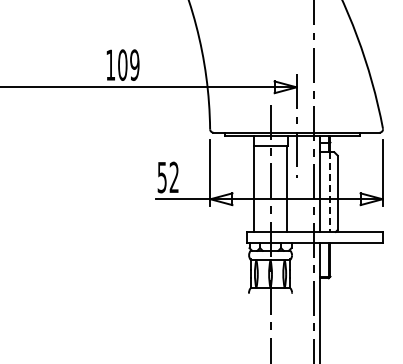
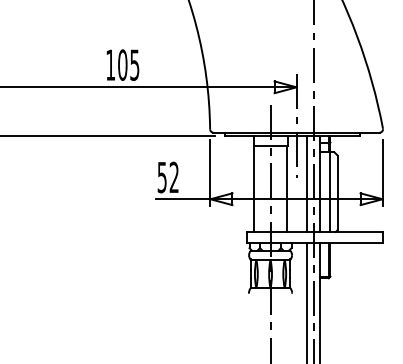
text at (134, 64): 109 -> 105
line at (108, 136): none -> present
line at (306, 183): none -> present
line at (329, 192): dashed -> solid
line at (306, 301): none -> present
